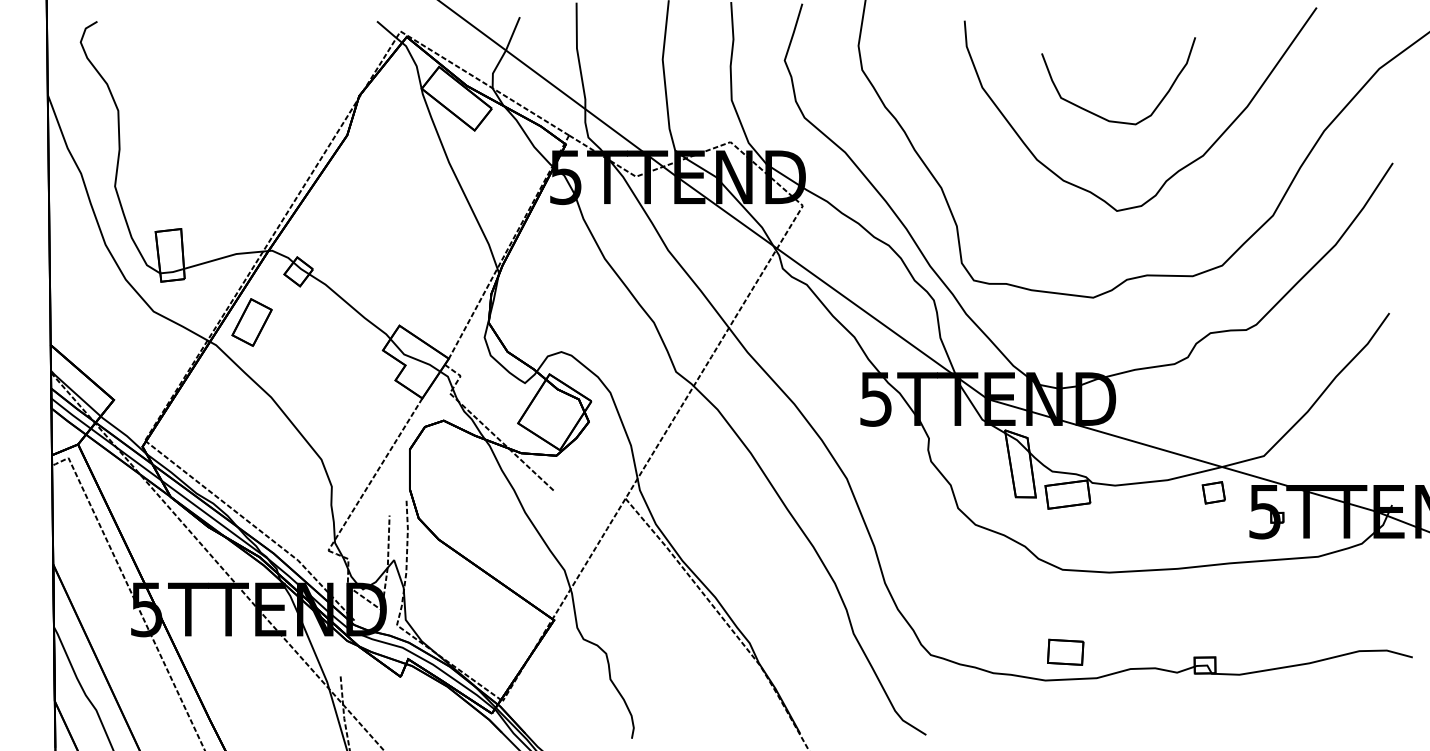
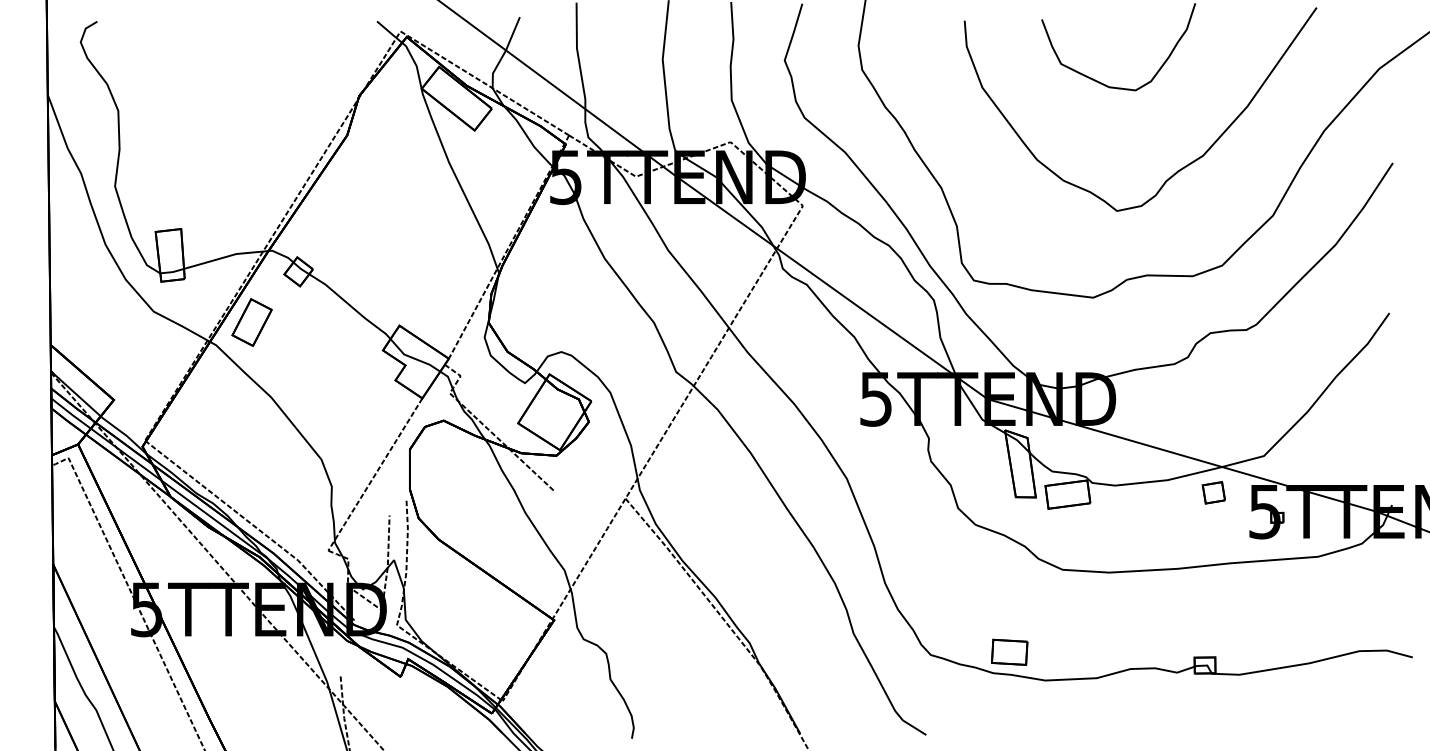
part at (1106, 118) position: (1106, 118) -> (1106, 84)
part at (1065, 651) position: (1065, 651) -> (1009, 651)
